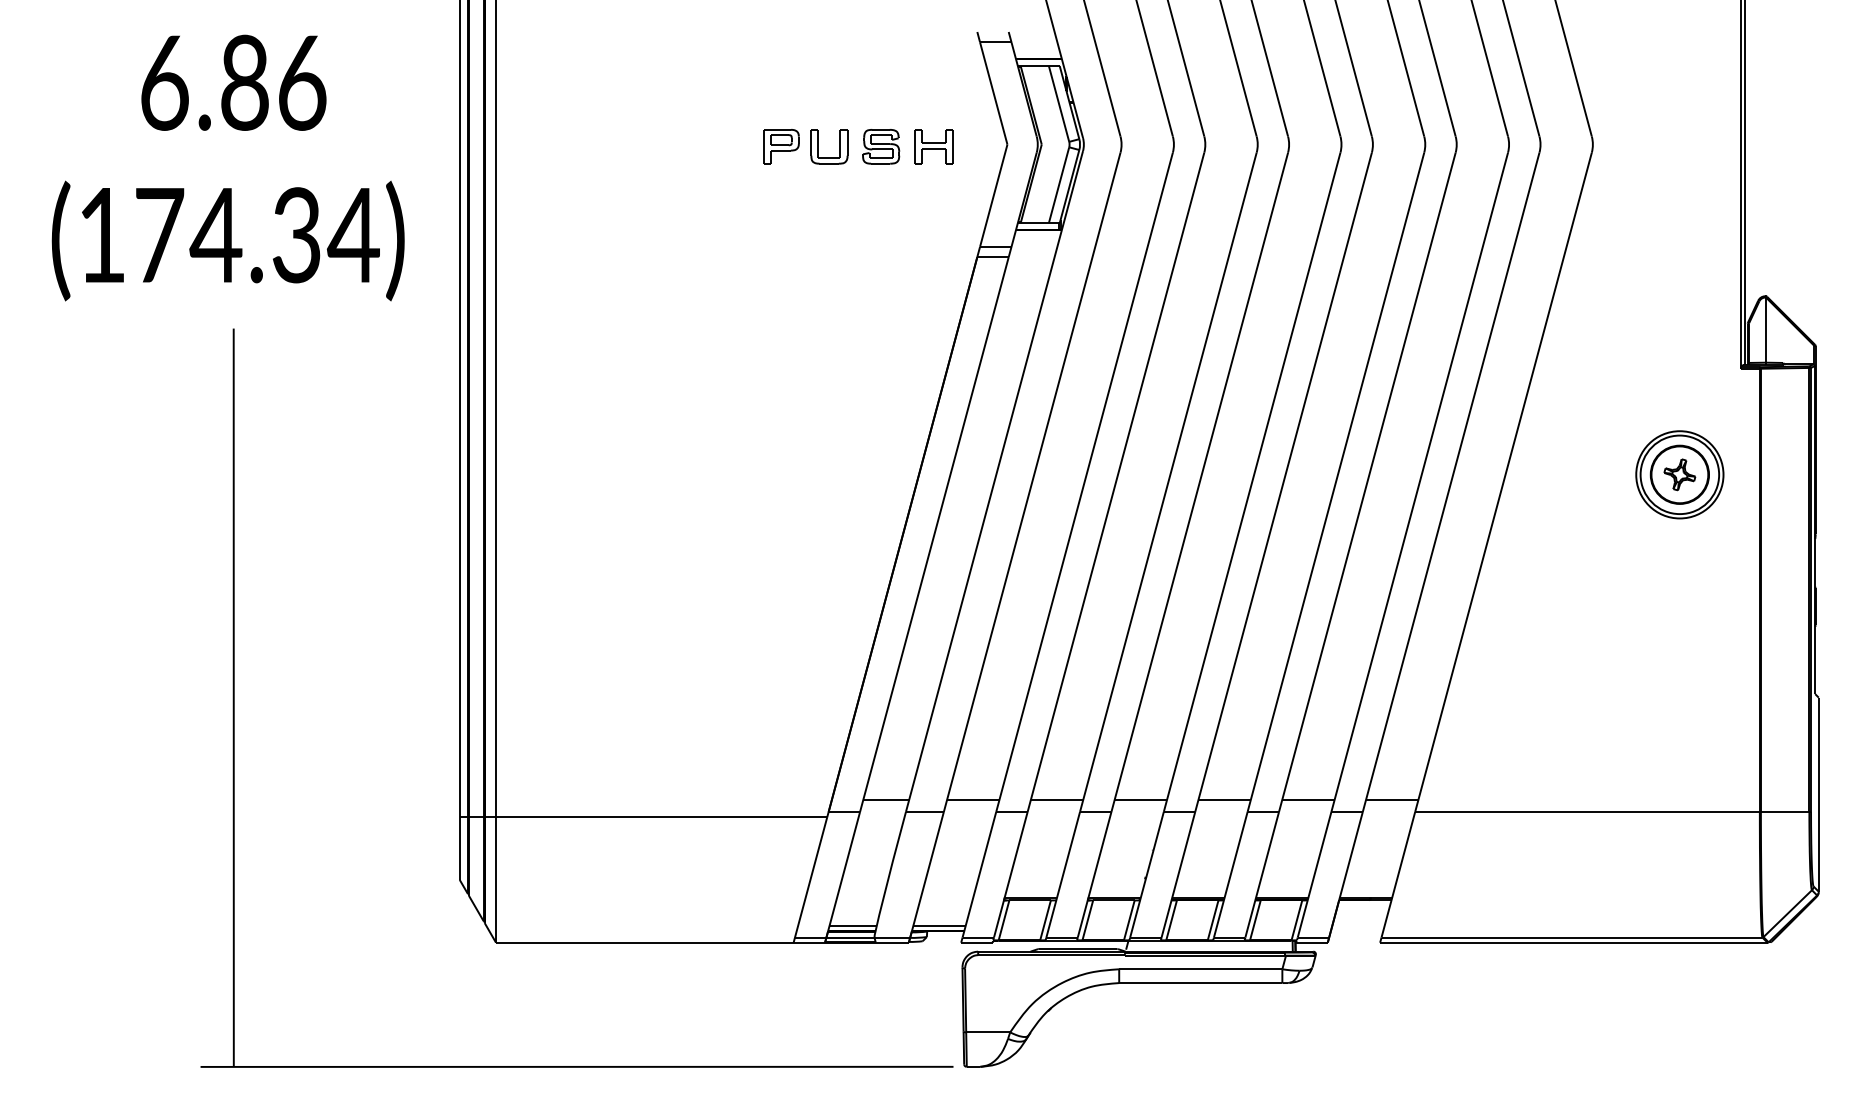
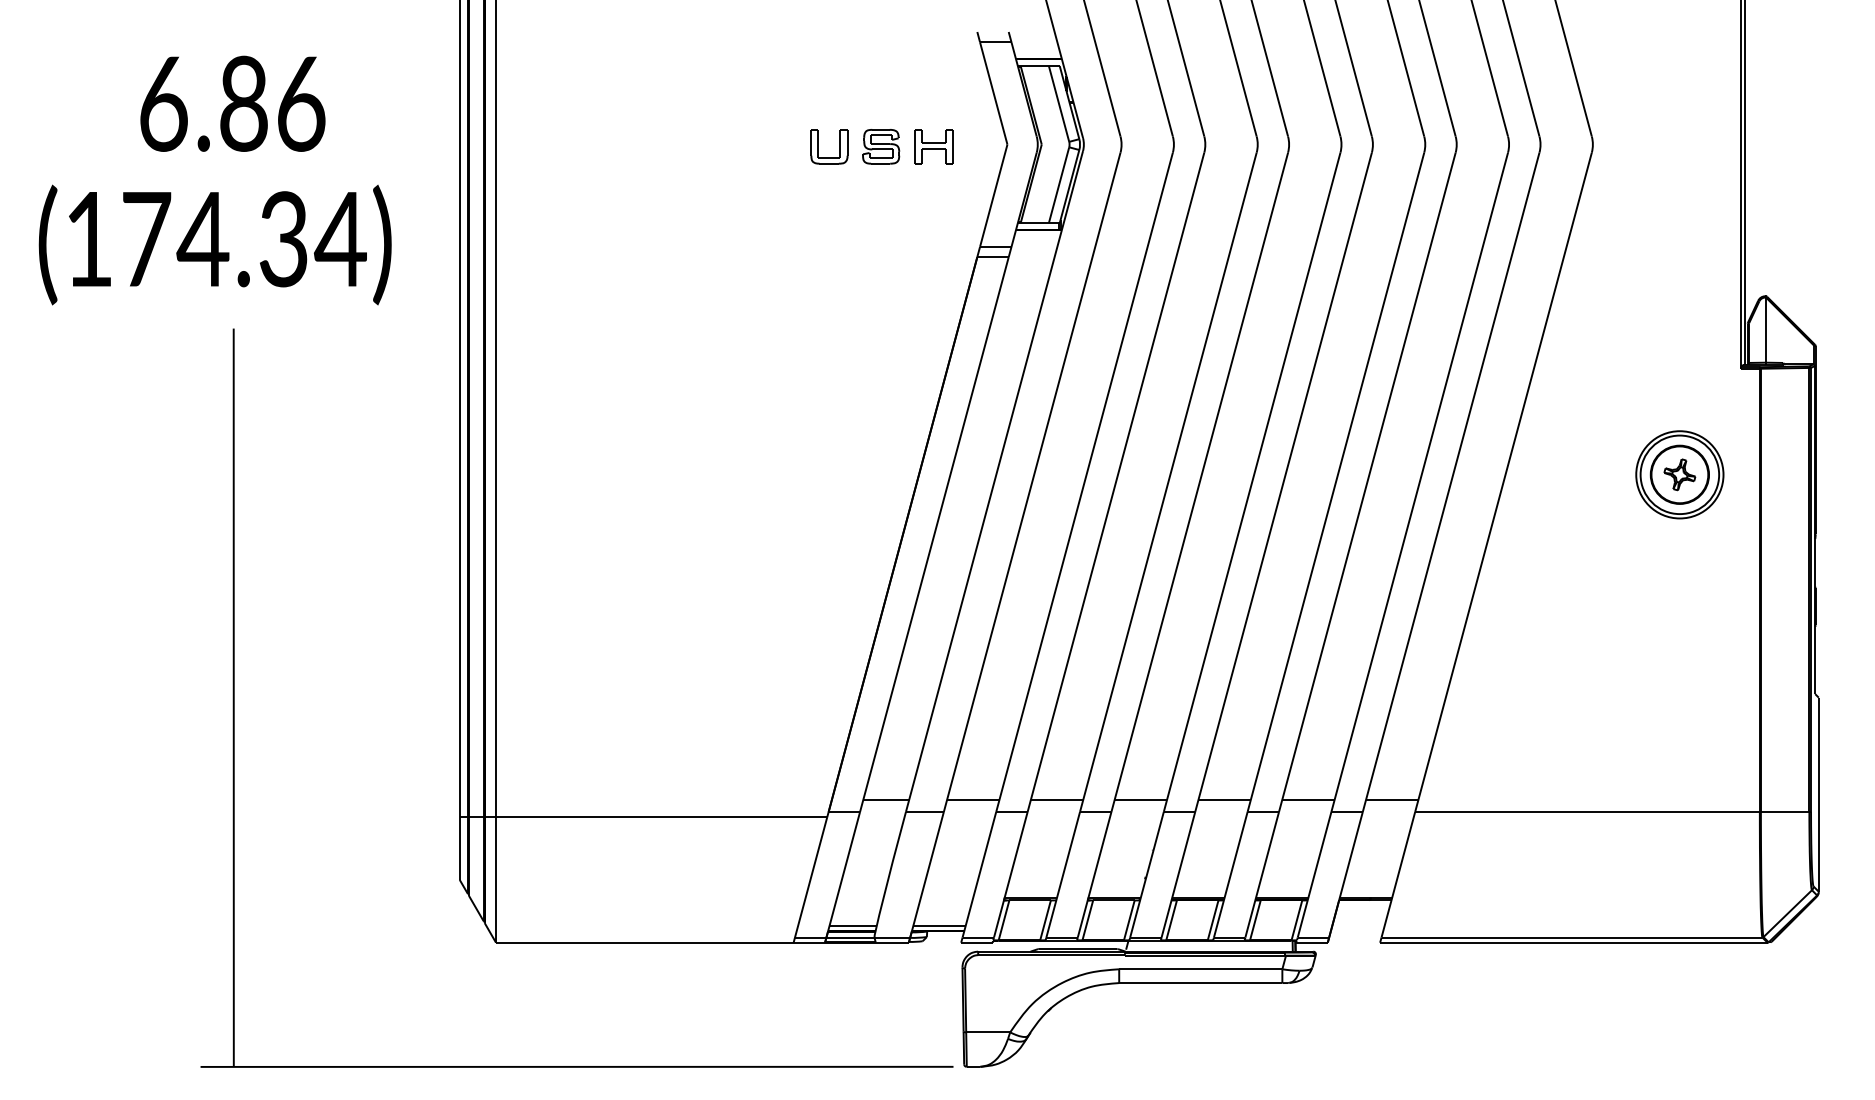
text at (233, 82) position: (233, 82) -> (232, 103)
part at (781, 146): present -> none
text at (227, 240) position: (227, 240) -> (214, 244)
